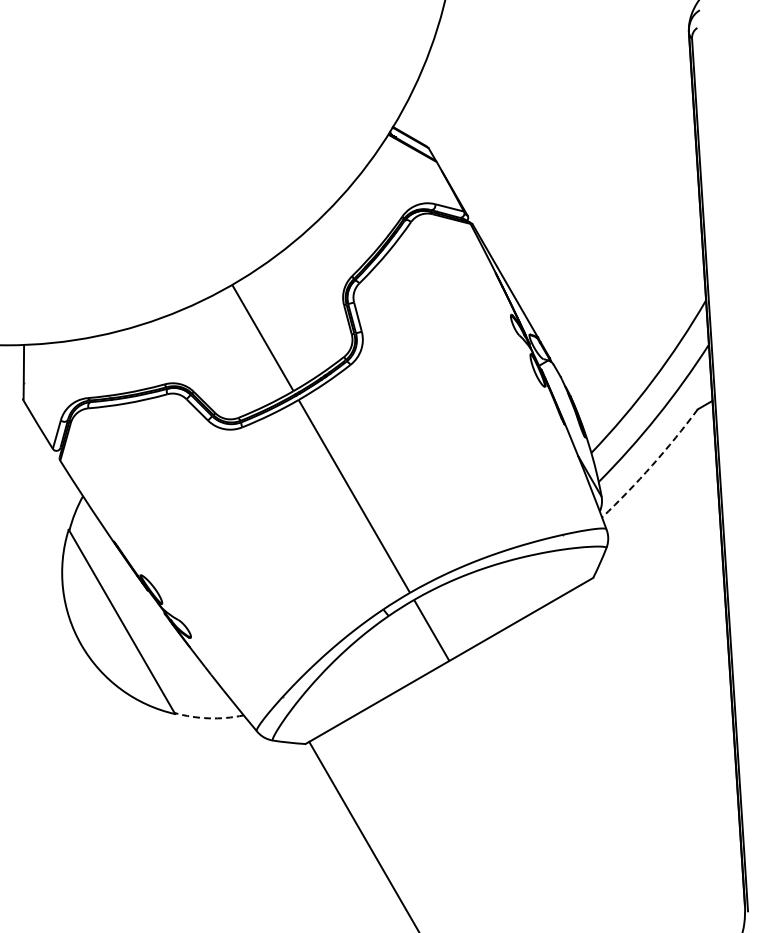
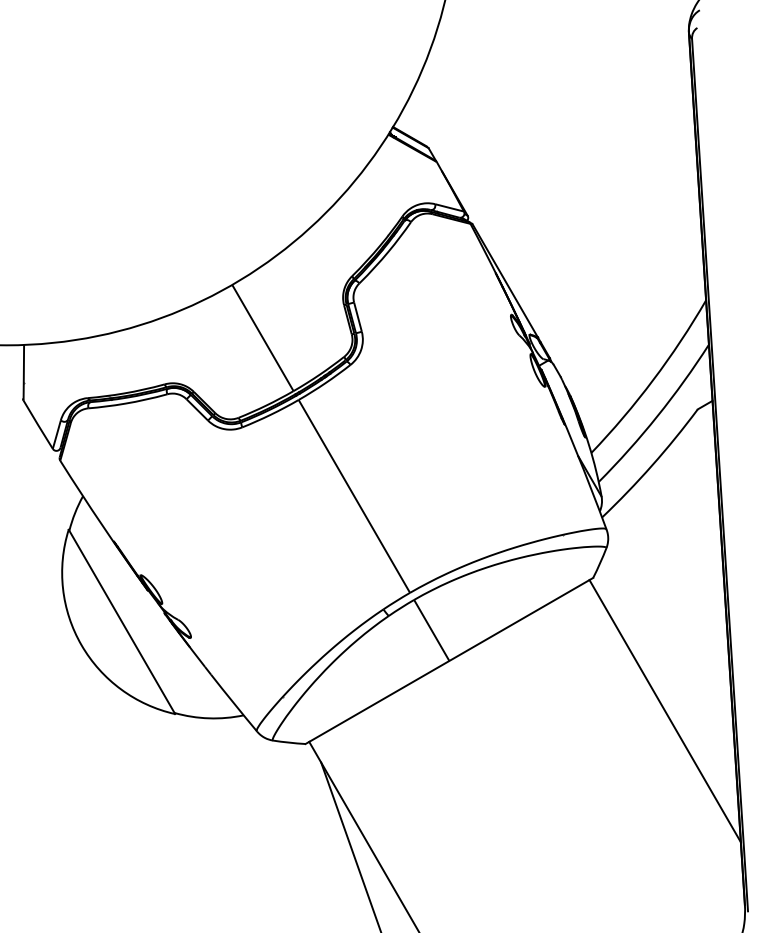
arc at (652, 465): dashed -> solid
line at (664, 711): none -> present
arc at (209, 718): dashed -> solid
line at (350, 845): none -> present
